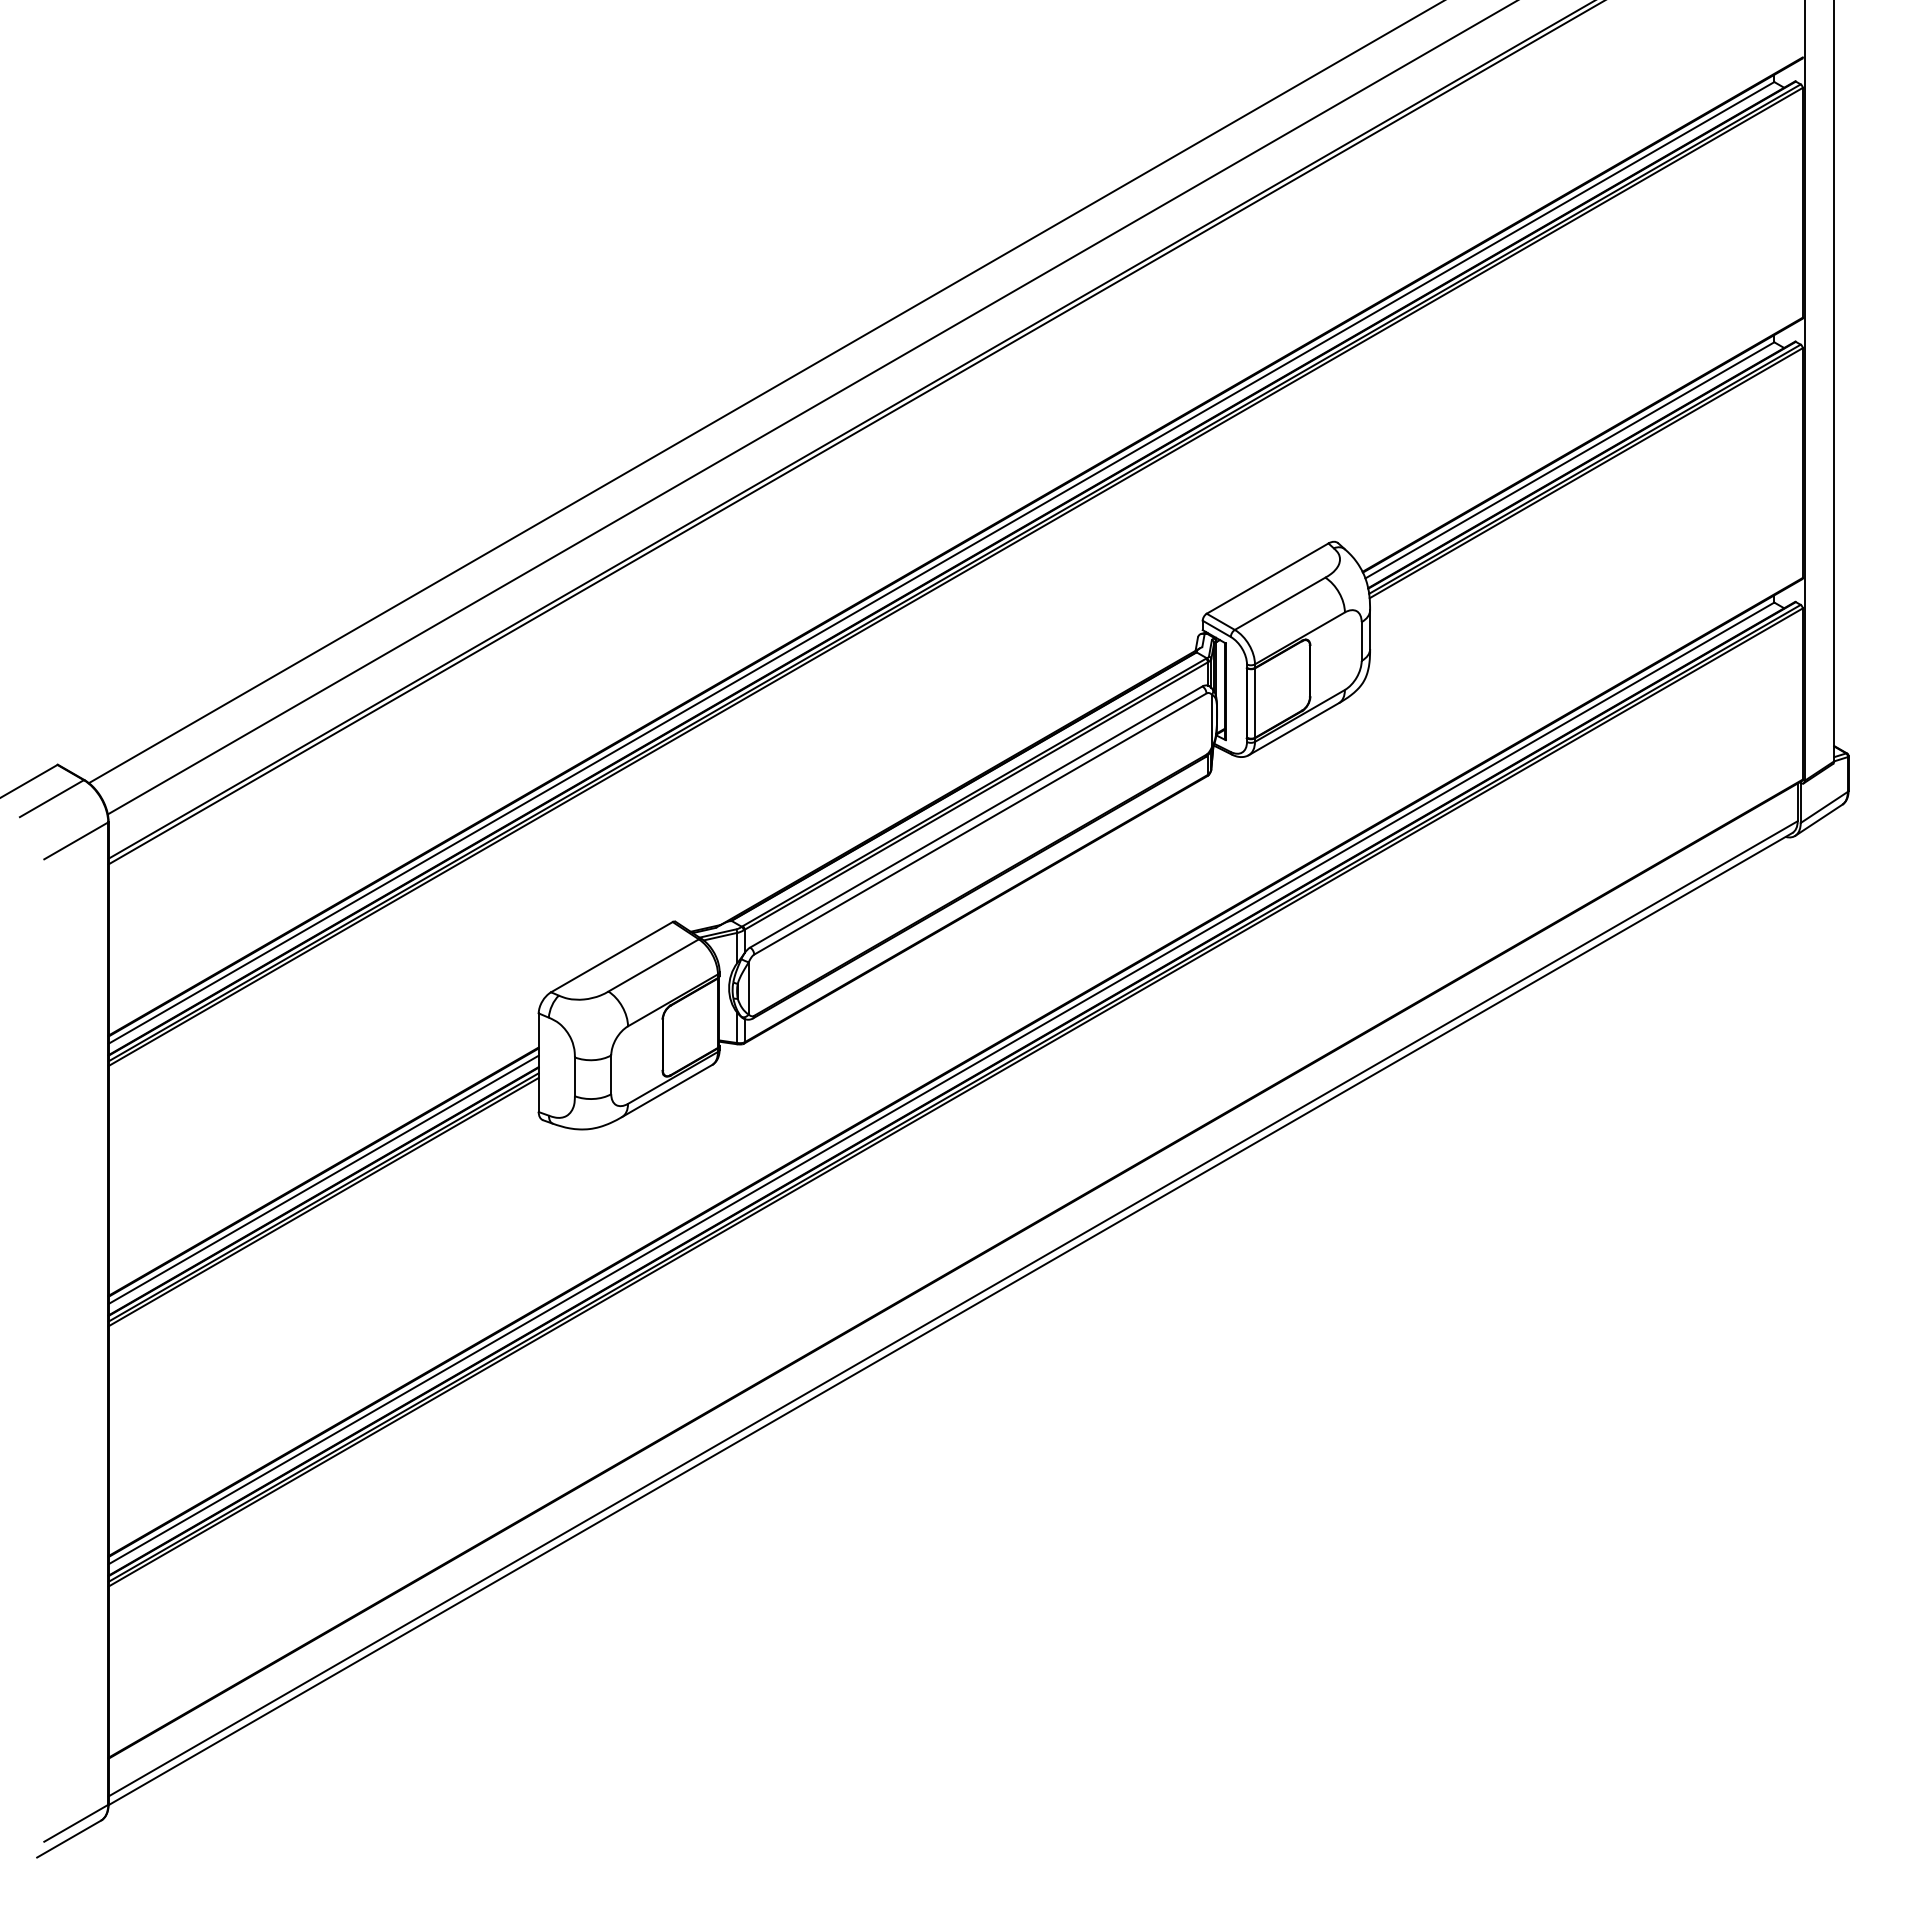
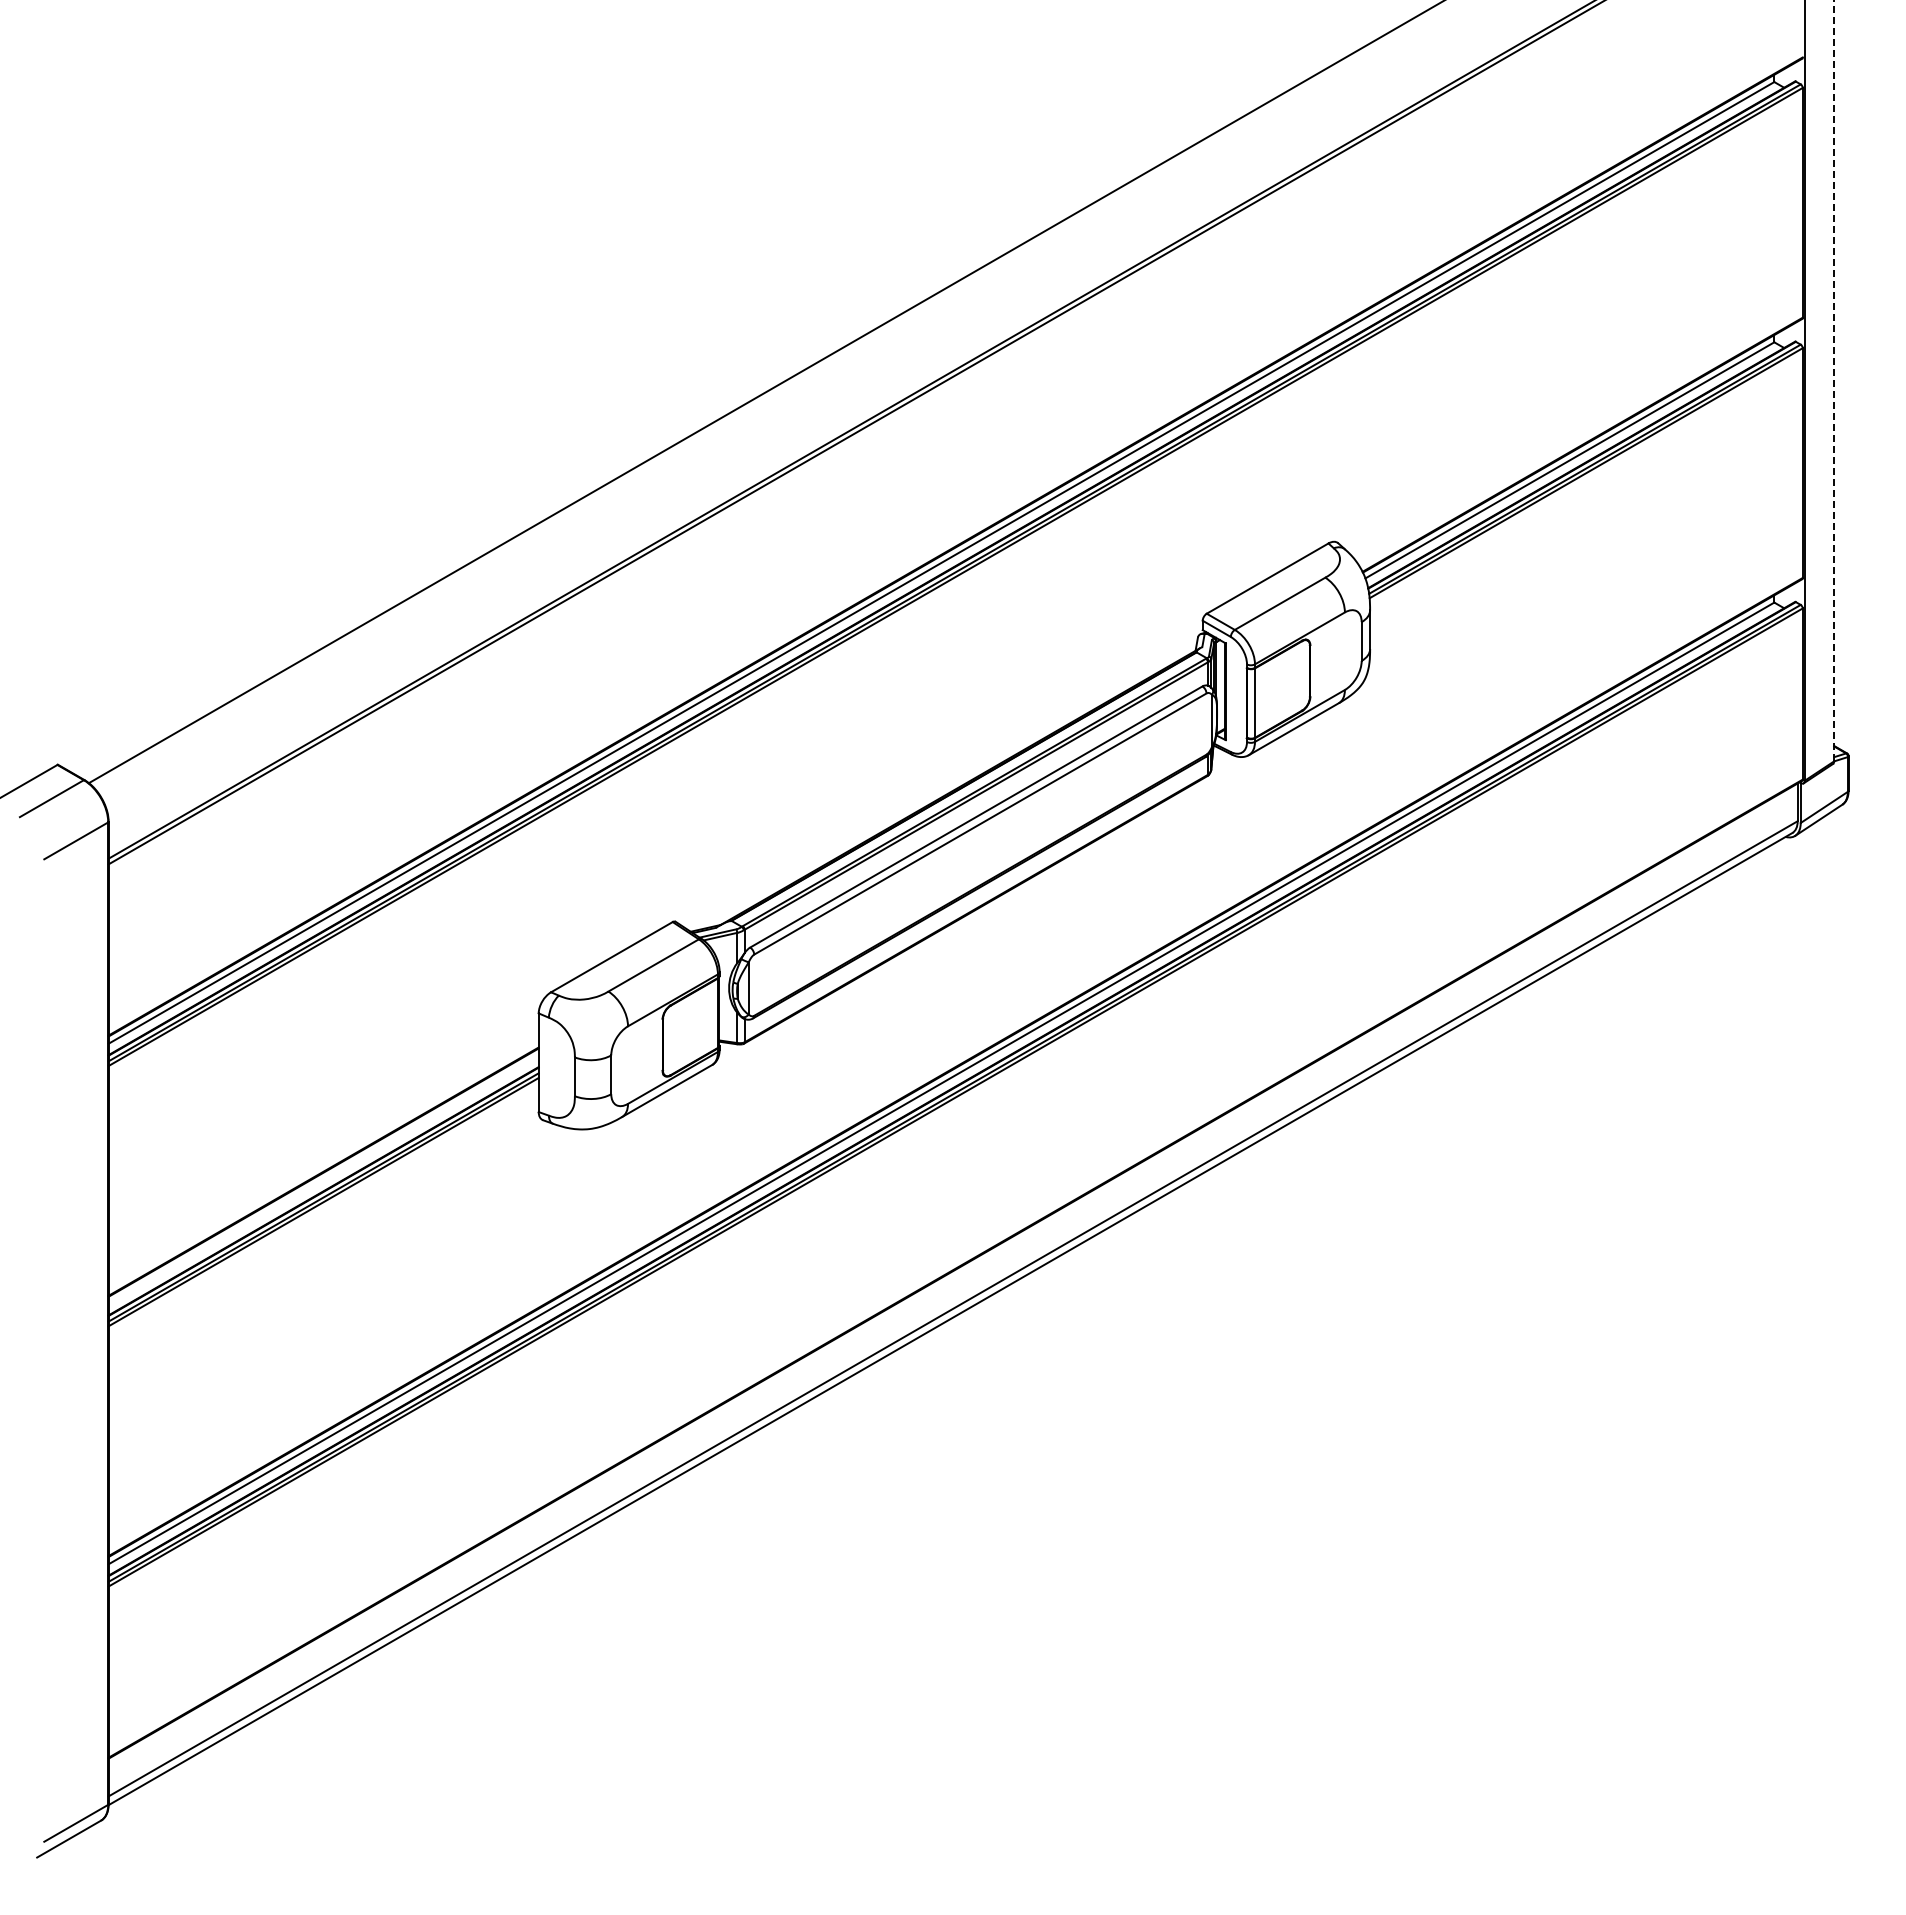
line at (1834, 380): solid -> dashed
line at (810, 408): present -> none
line at (323, 1179): present -> none
